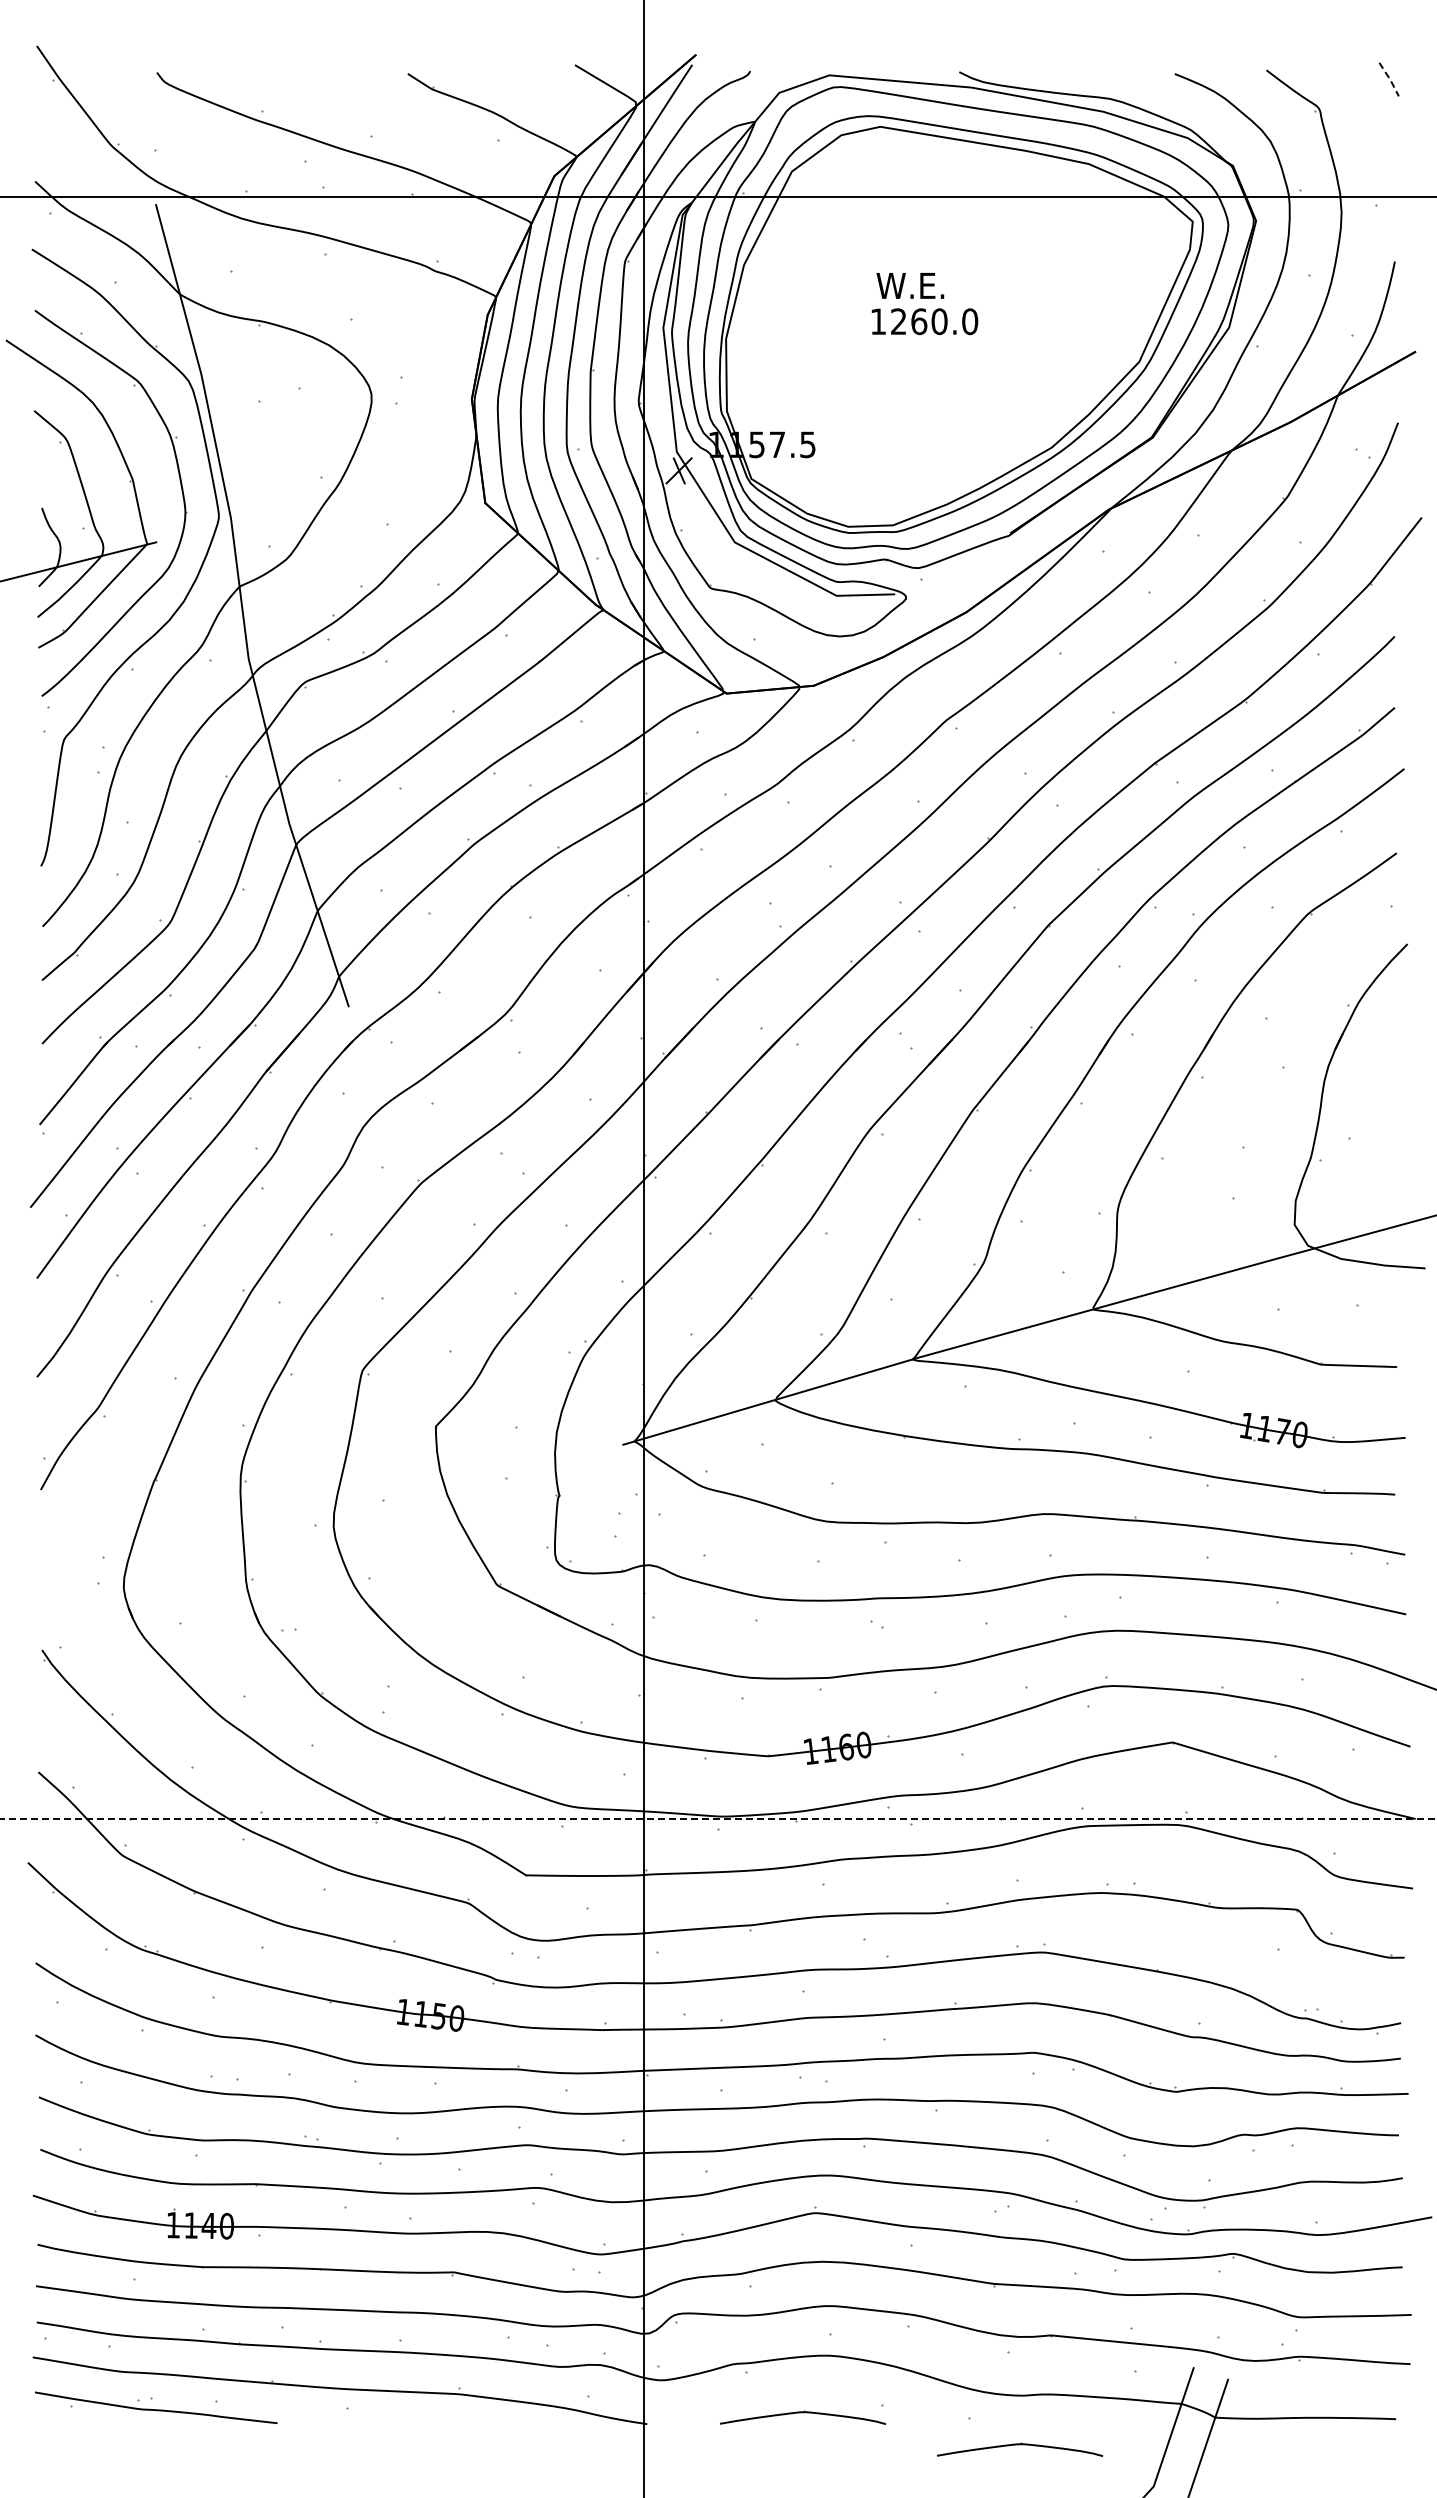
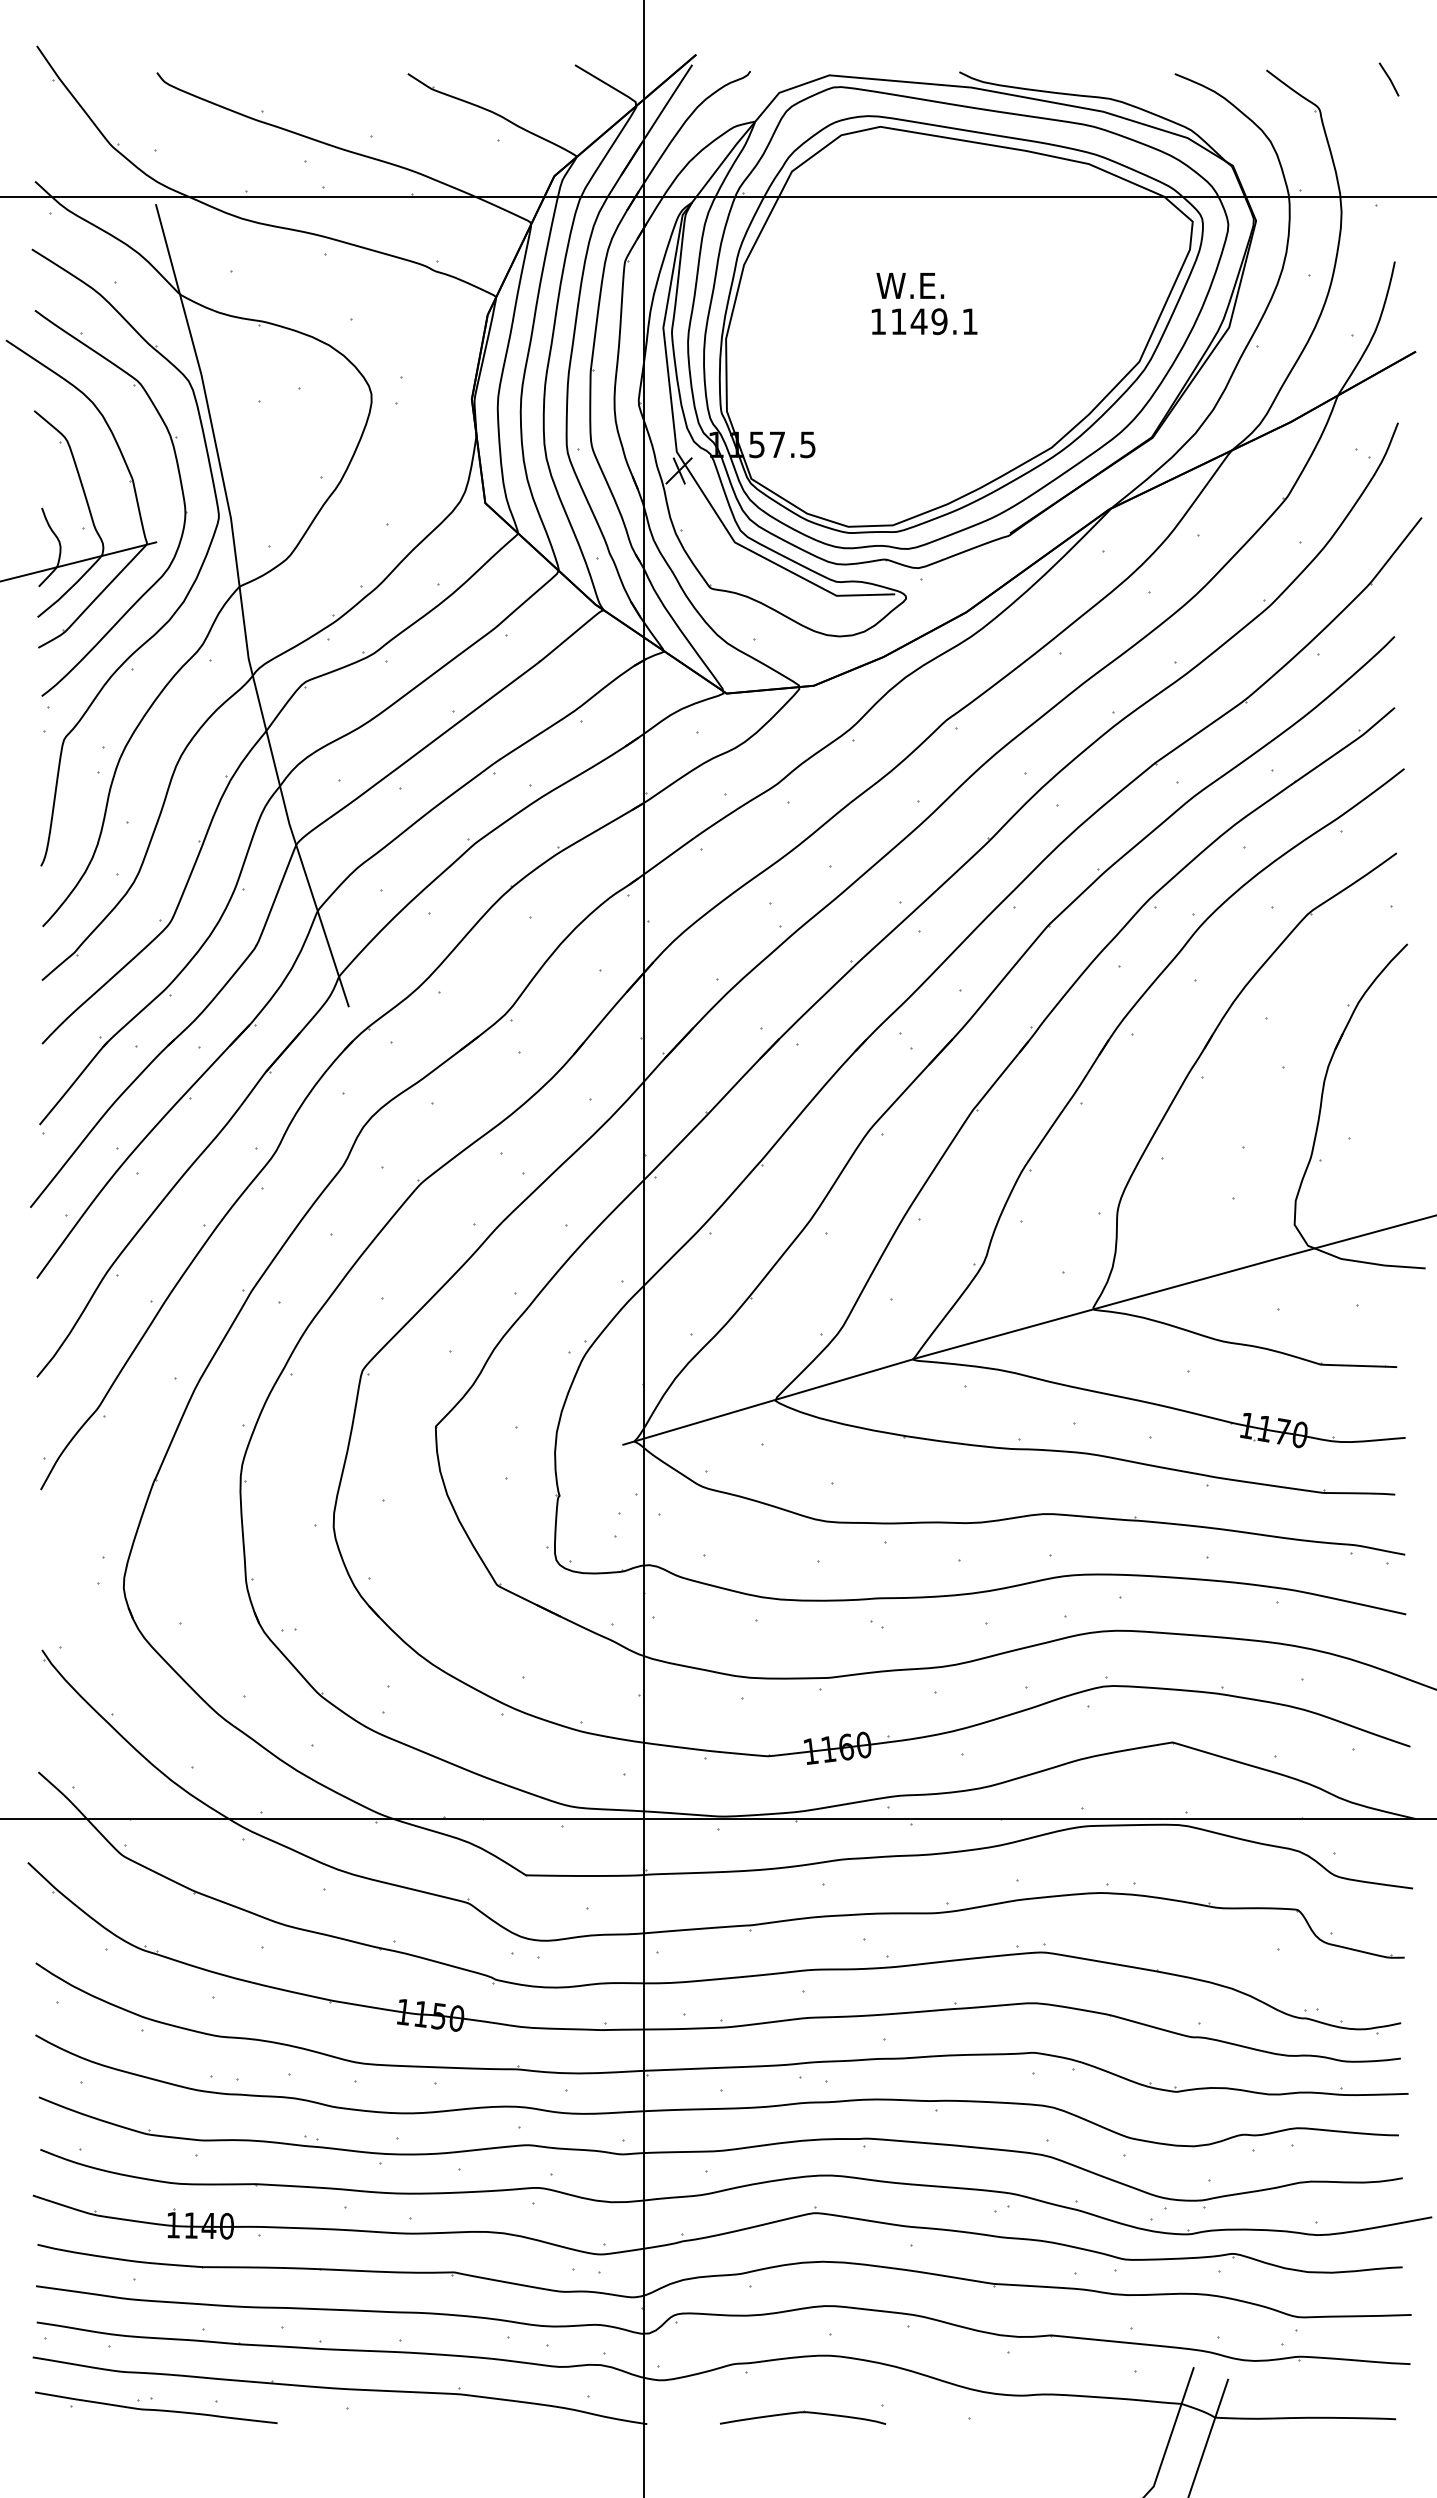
line at (1390, 79): dashed -> solid
text at (934, 321): 1260.0 -> 1149.1
line at (718, 1819): dashed -> solid
part at (1020, 2449): present -> none
